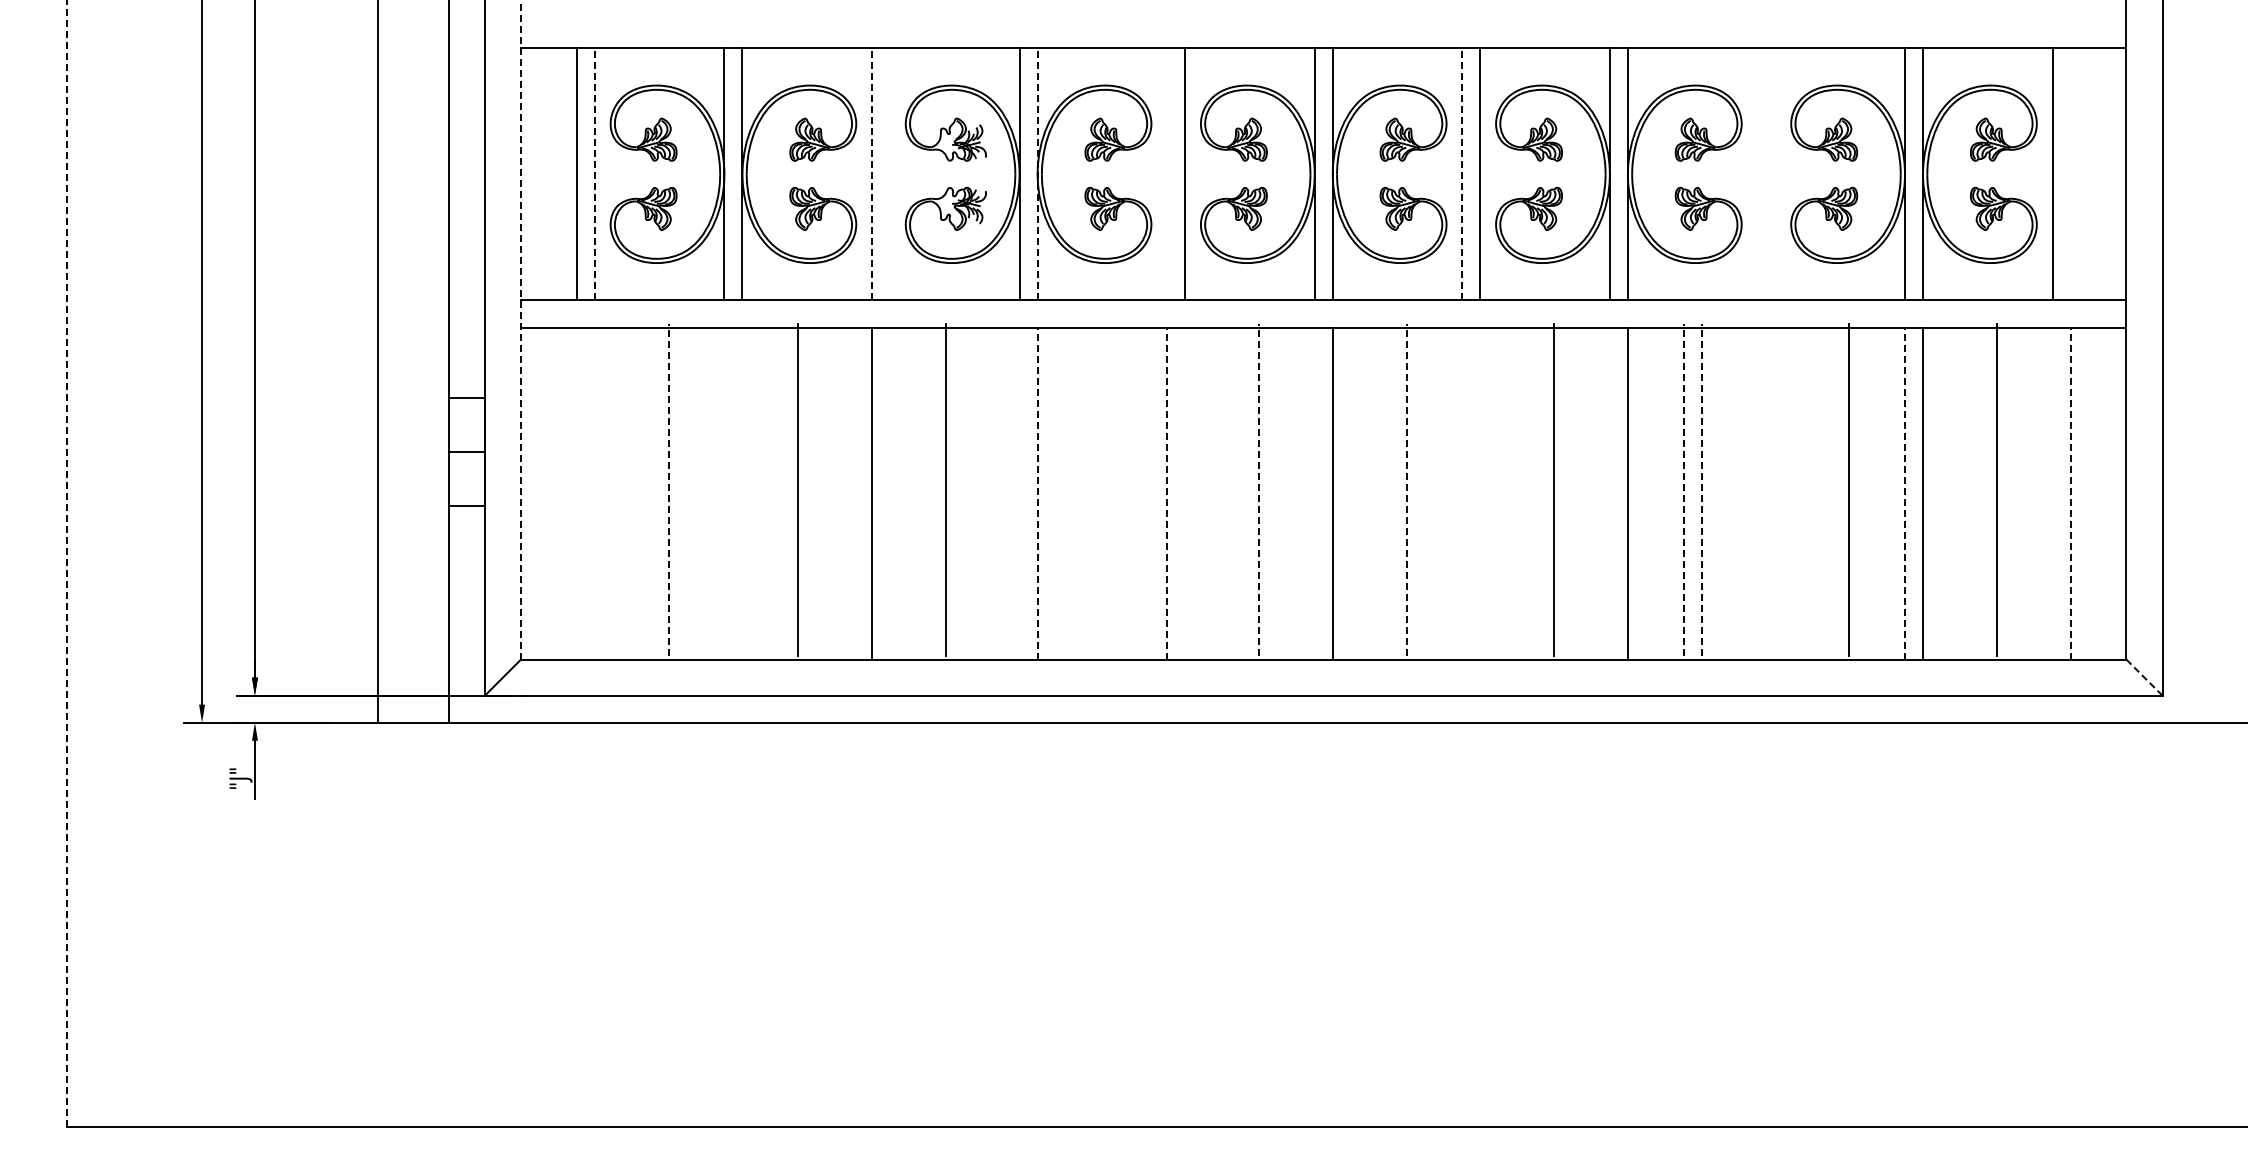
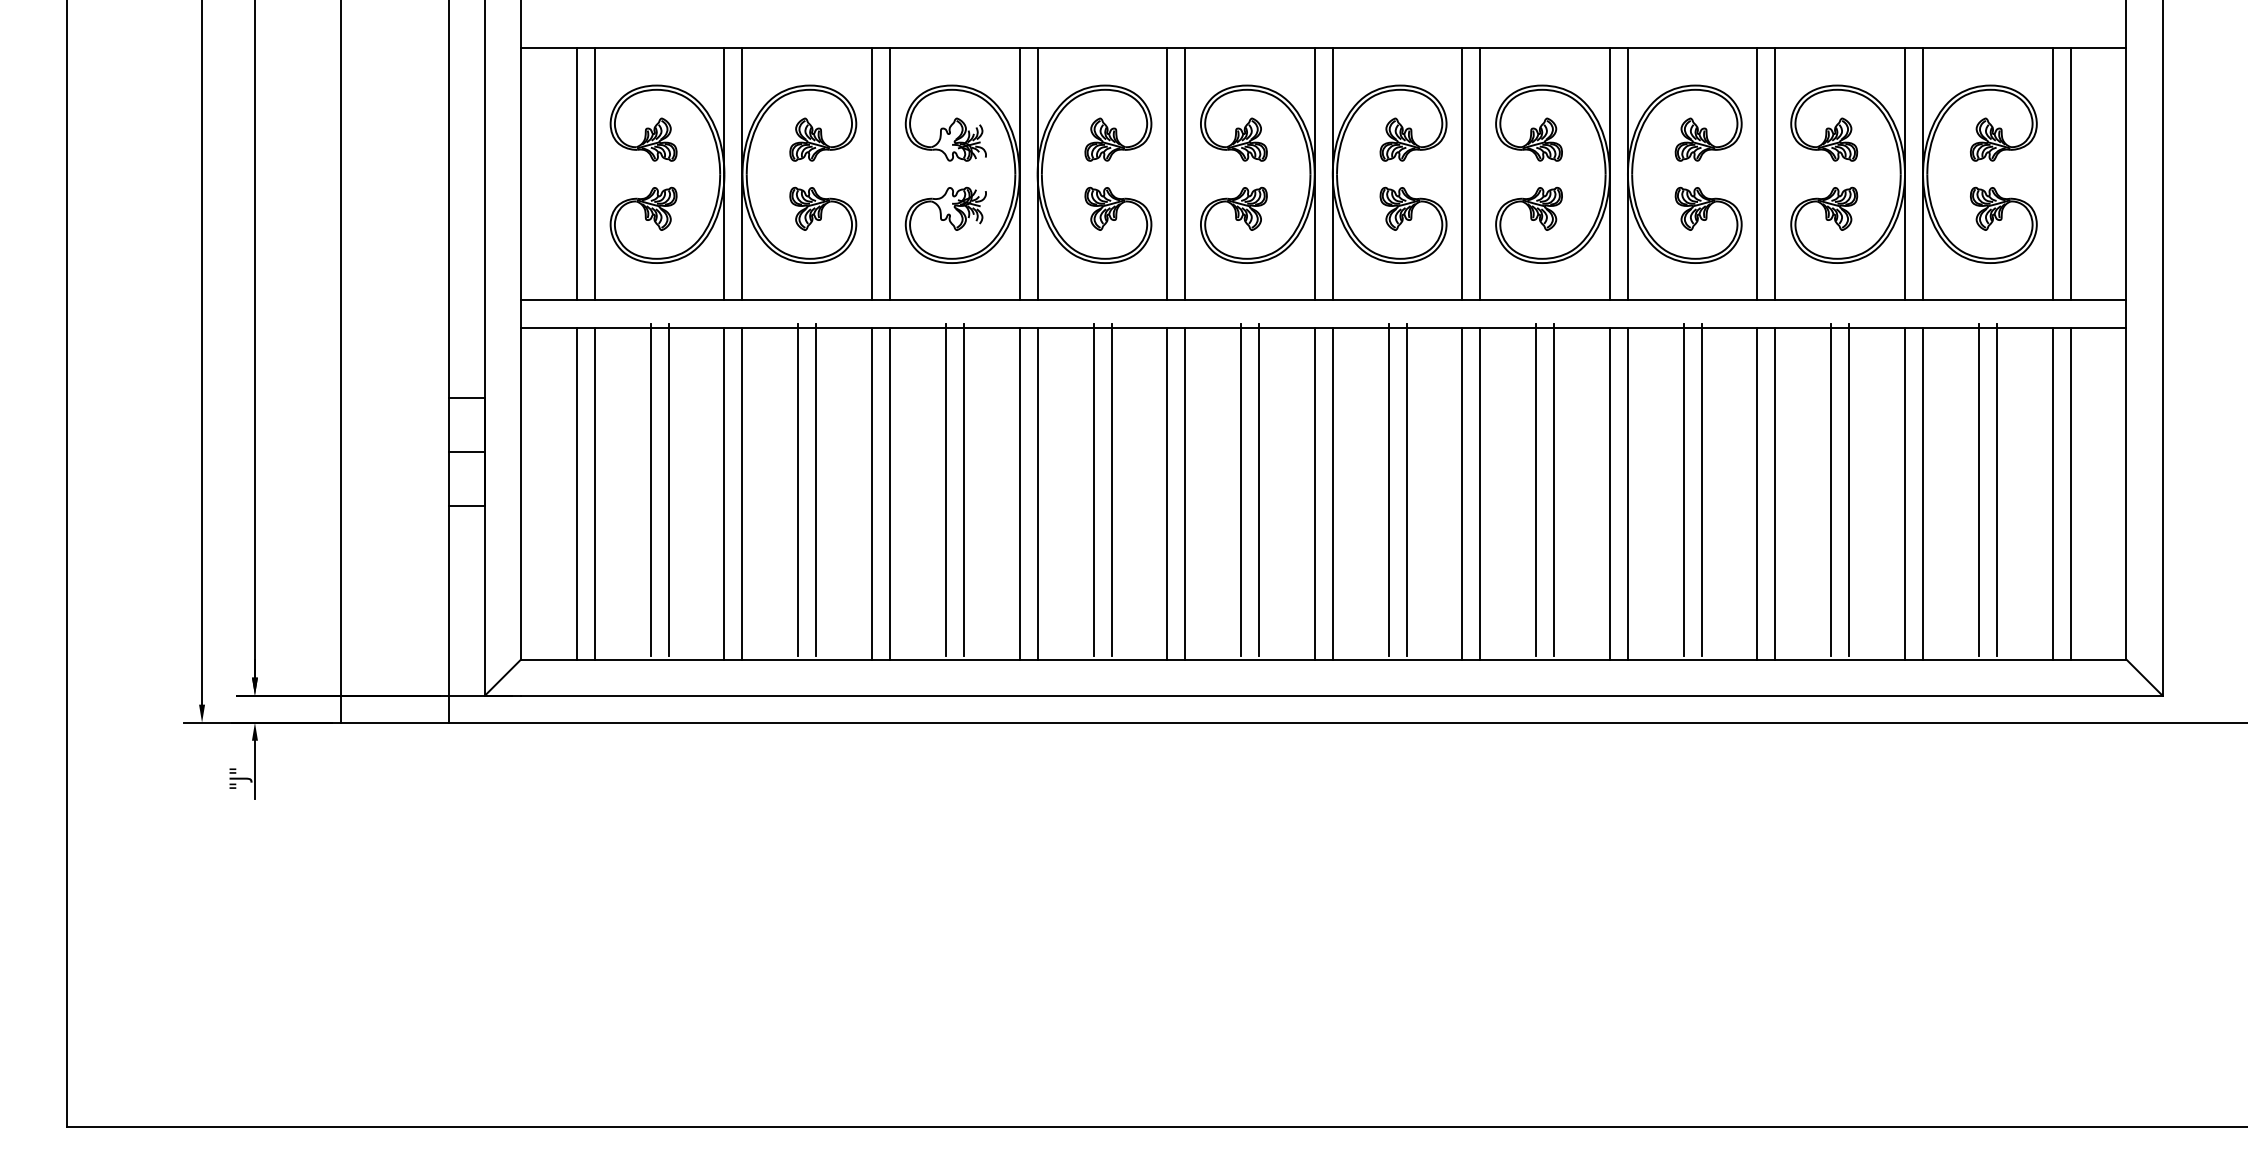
line at (594, 174): dashed -> solid
line at (872, 174): dashed -> solid
line at (890, 174): none -> present
line at (1037, 174): dashed -> solid
line at (1167, 174): none -> present
line at (1462, 174): dashed -> solid
line at (1757, 174): none -> present
line at (1775, 174): none -> present
line at (2070, 174): none -> present
line at (521, 329): dashed -> solid
line at (377, 362) position: (377, 362) -> (340, 362)
line at (668, 489): dashed -> solid
line at (1259, 489): dashed -> solid
line at (1406, 489): dashed -> solid
line at (1683, 489): dashed -> solid
line at (1701, 489): dashed -> solid
line at (650, 490): none -> present
line at (816, 490): none -> present
line at (964, 490): none -> present
line at (1093, 490): none -> present
line at (1111, 490): none -> present
line at (1241, 490): none -> present
line at (1388, 490): none -> present
line at (1536, 490): none -> present
line at (1831, 490): none -> present
line at (1978, 490): none -> present
line at (576, 493): none -> present
line at (594, 493): none -> present
line at (724, 493): none -> present
line at (742, 493): none -> present
line at (890, 493): none -> present
line at (1019, 493): none -> present
line at (1037, 493): dashed -> solid
line at (1167, 493): dashed -> solid
line at (1185, 493): none -> present
line at (1314, 493): none -> present
line at (1462, 493): none -> present
line at (1480, 493): none -> present
line at (1609, 493): none -> present
line at (1757, 493): none -> present
line at (1775, 493): none -> present
line at (1905, 493): dashed -> solid
line at (2052, 493): none -> present
line at (2070, 493): dashed -> solid
line at (67, 563): dashed -> solid
line at (2144, 677): dashed -> solid
